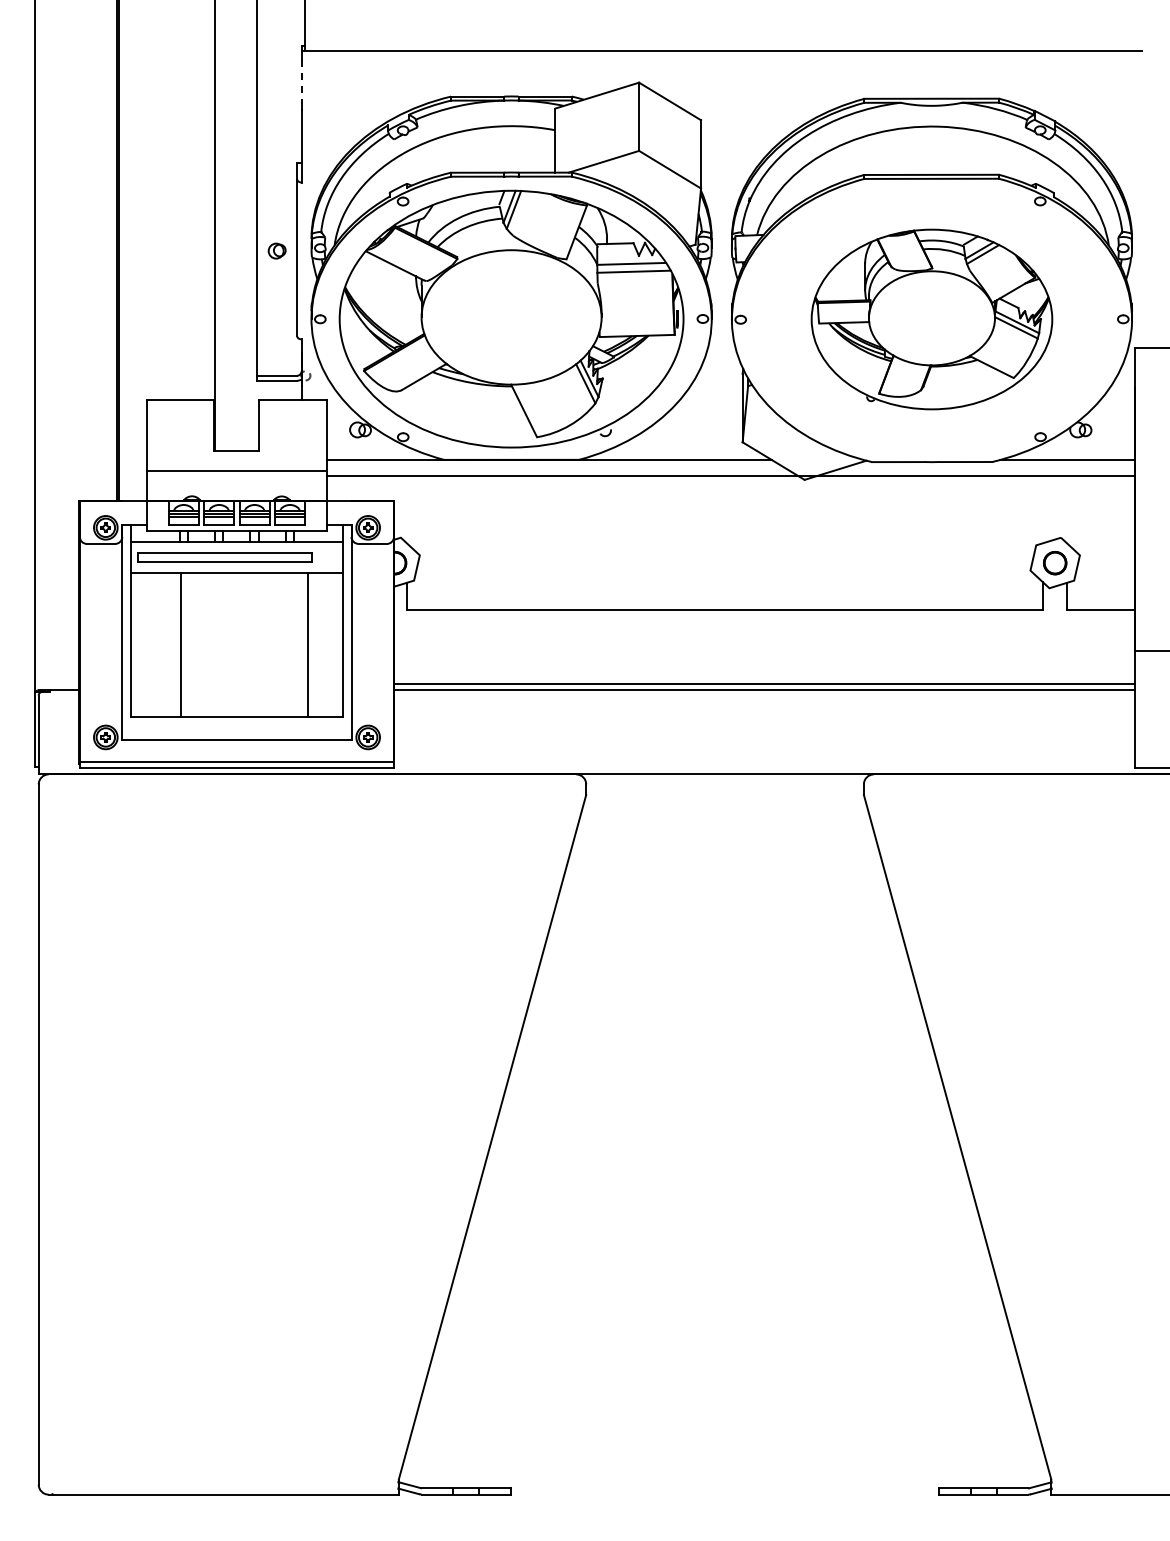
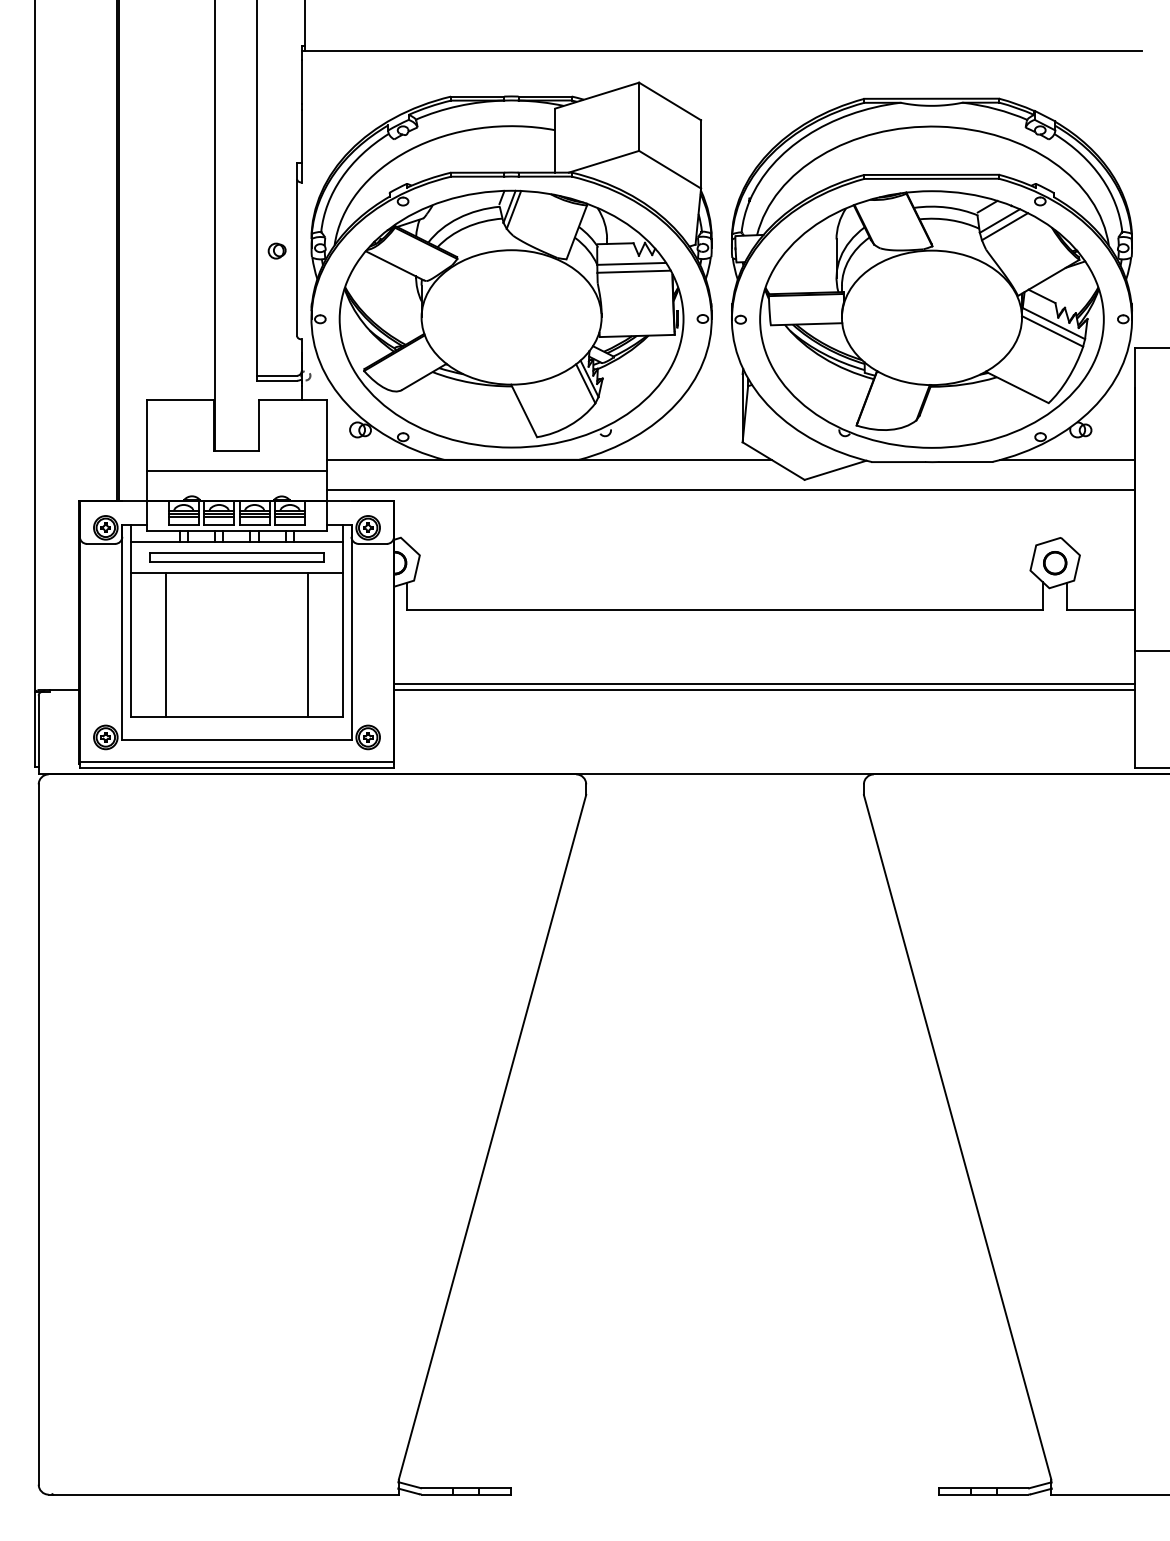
line at (301, 82): dashed -> solid
part at (931, 319) size: 244x183 px -> 346x259 px
line at (730, 476) position: (730, 476) -> (730, 490)
part at (224, 557) position: (224, 557) -> (236, 557)
line at (181, 644) position: (181, 644) -> (166, 644)
